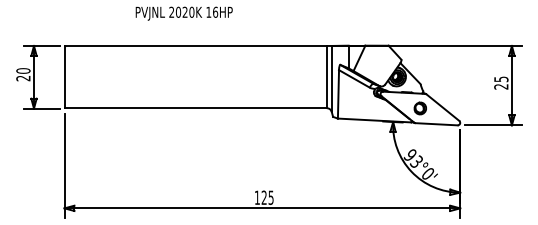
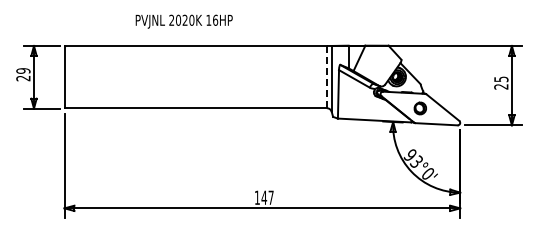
text at (183, 13) position: (183, 13) -> (183, 21)
text at (23, 70): 20 -> 29
line at (326, 76): solid -> dashed
text at (267, 197): 125 -> 147
